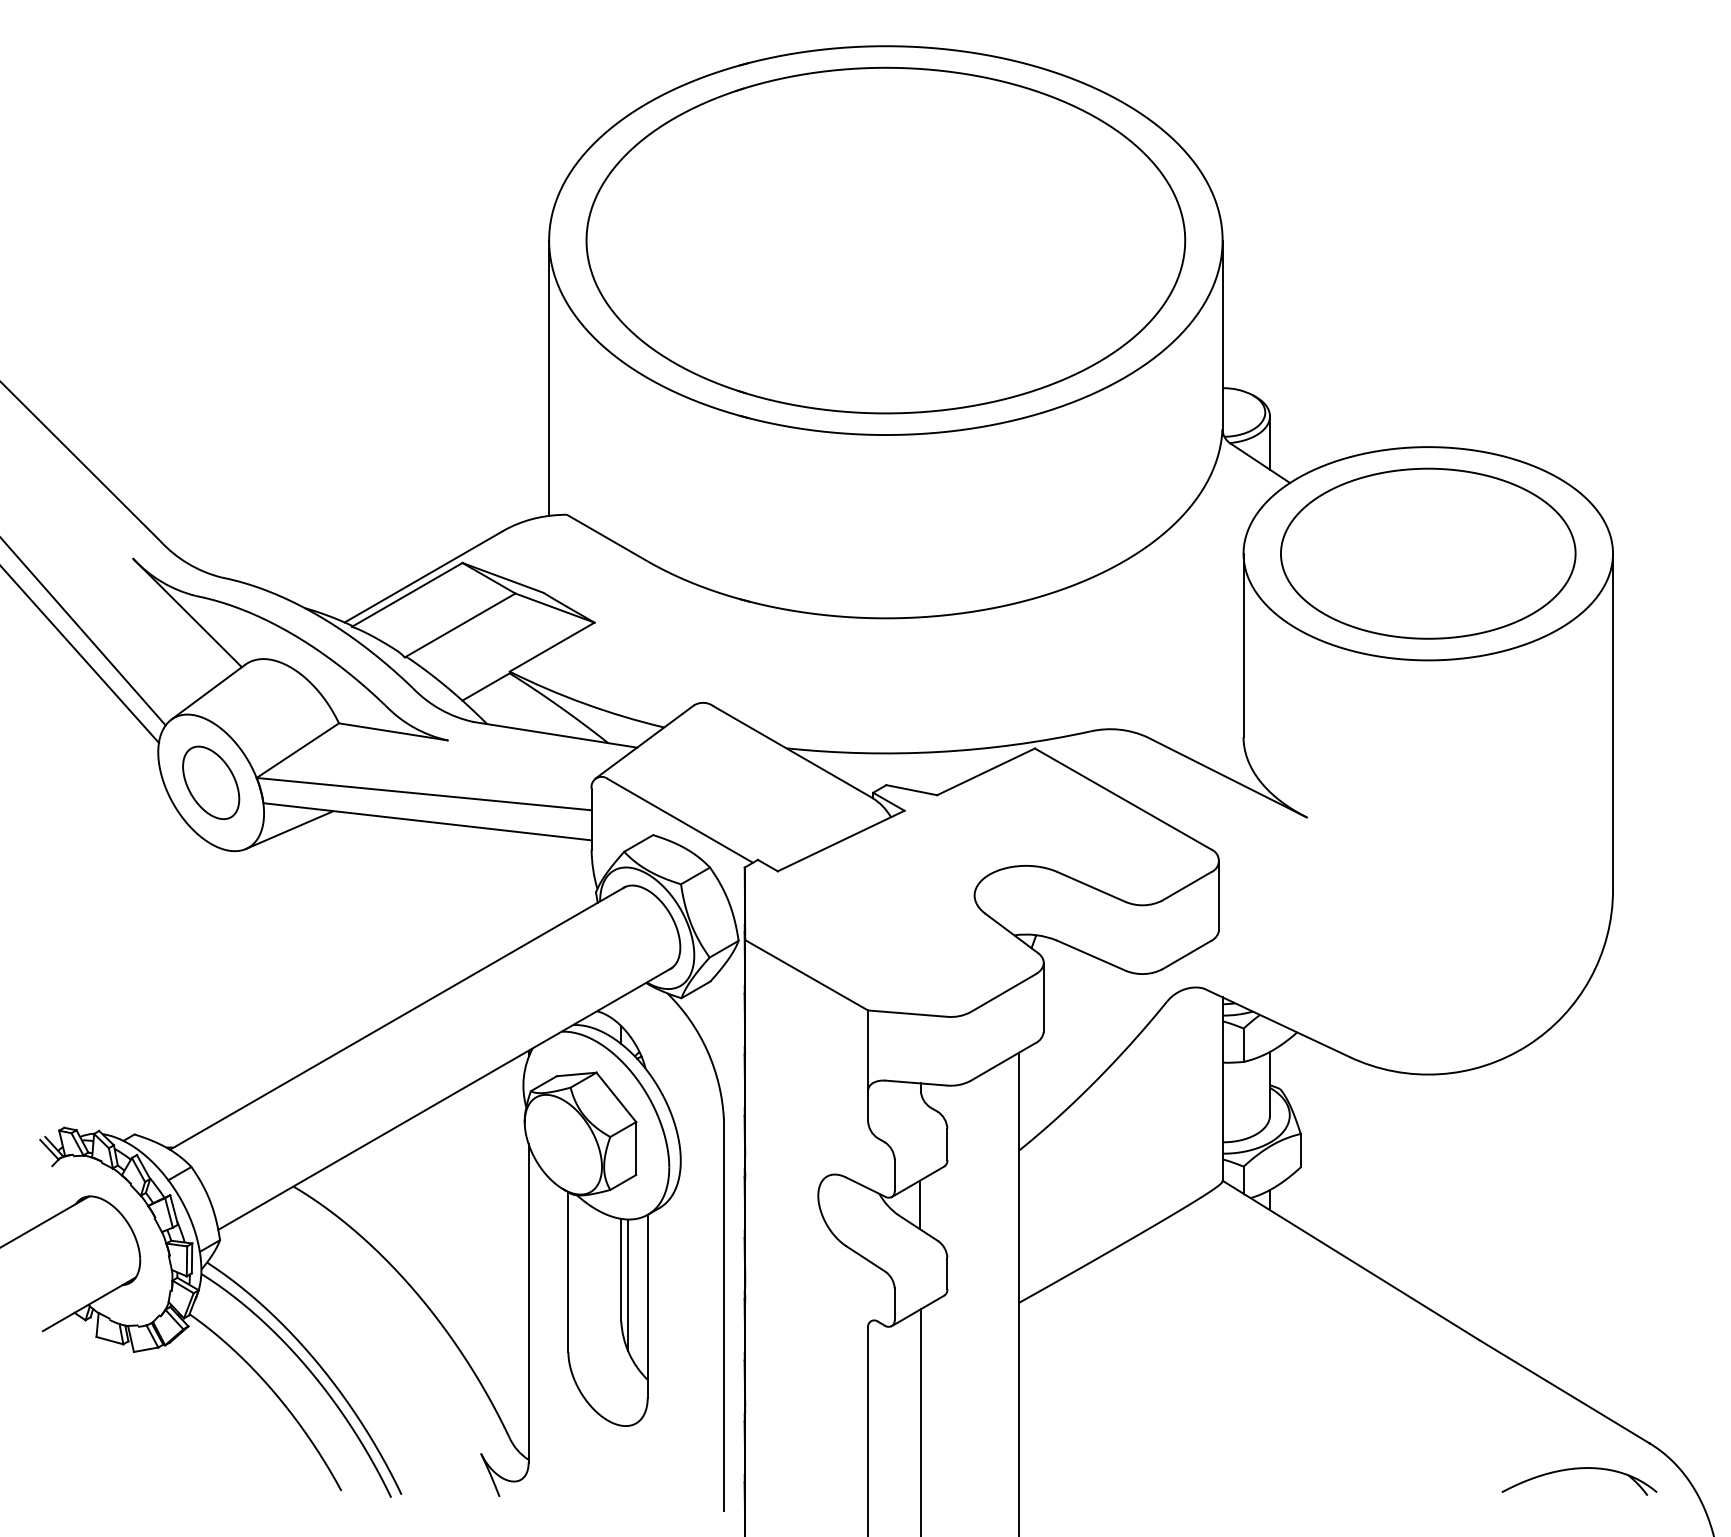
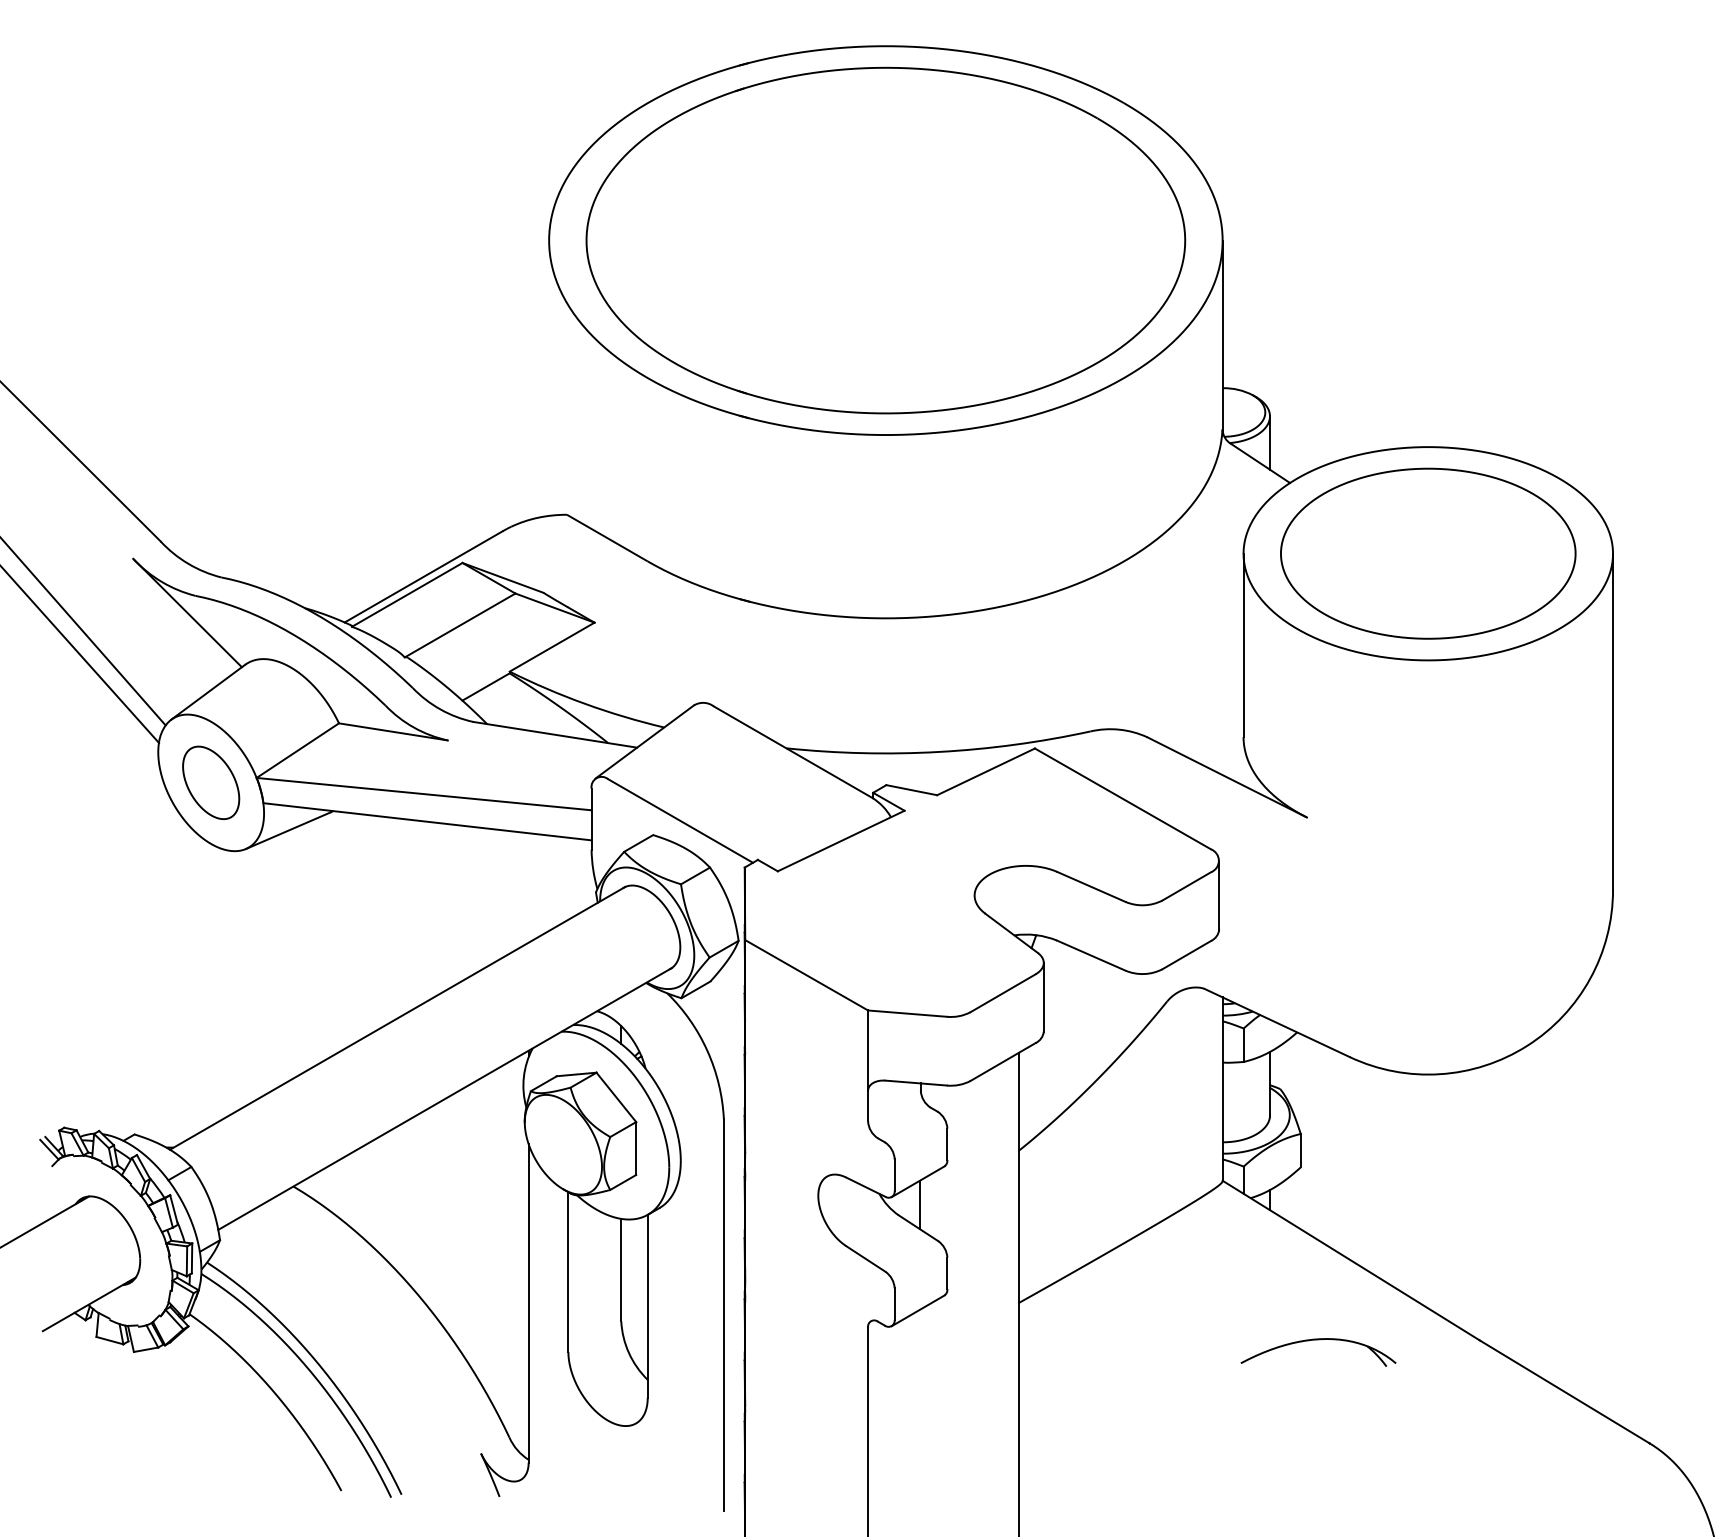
line at (549, 377): present -> none
line at (627, 1284): present -> none
line at (920, 1421): present -> none
part at (1579, 1469) position: (1579, 1469) -> (1318, 1340)
